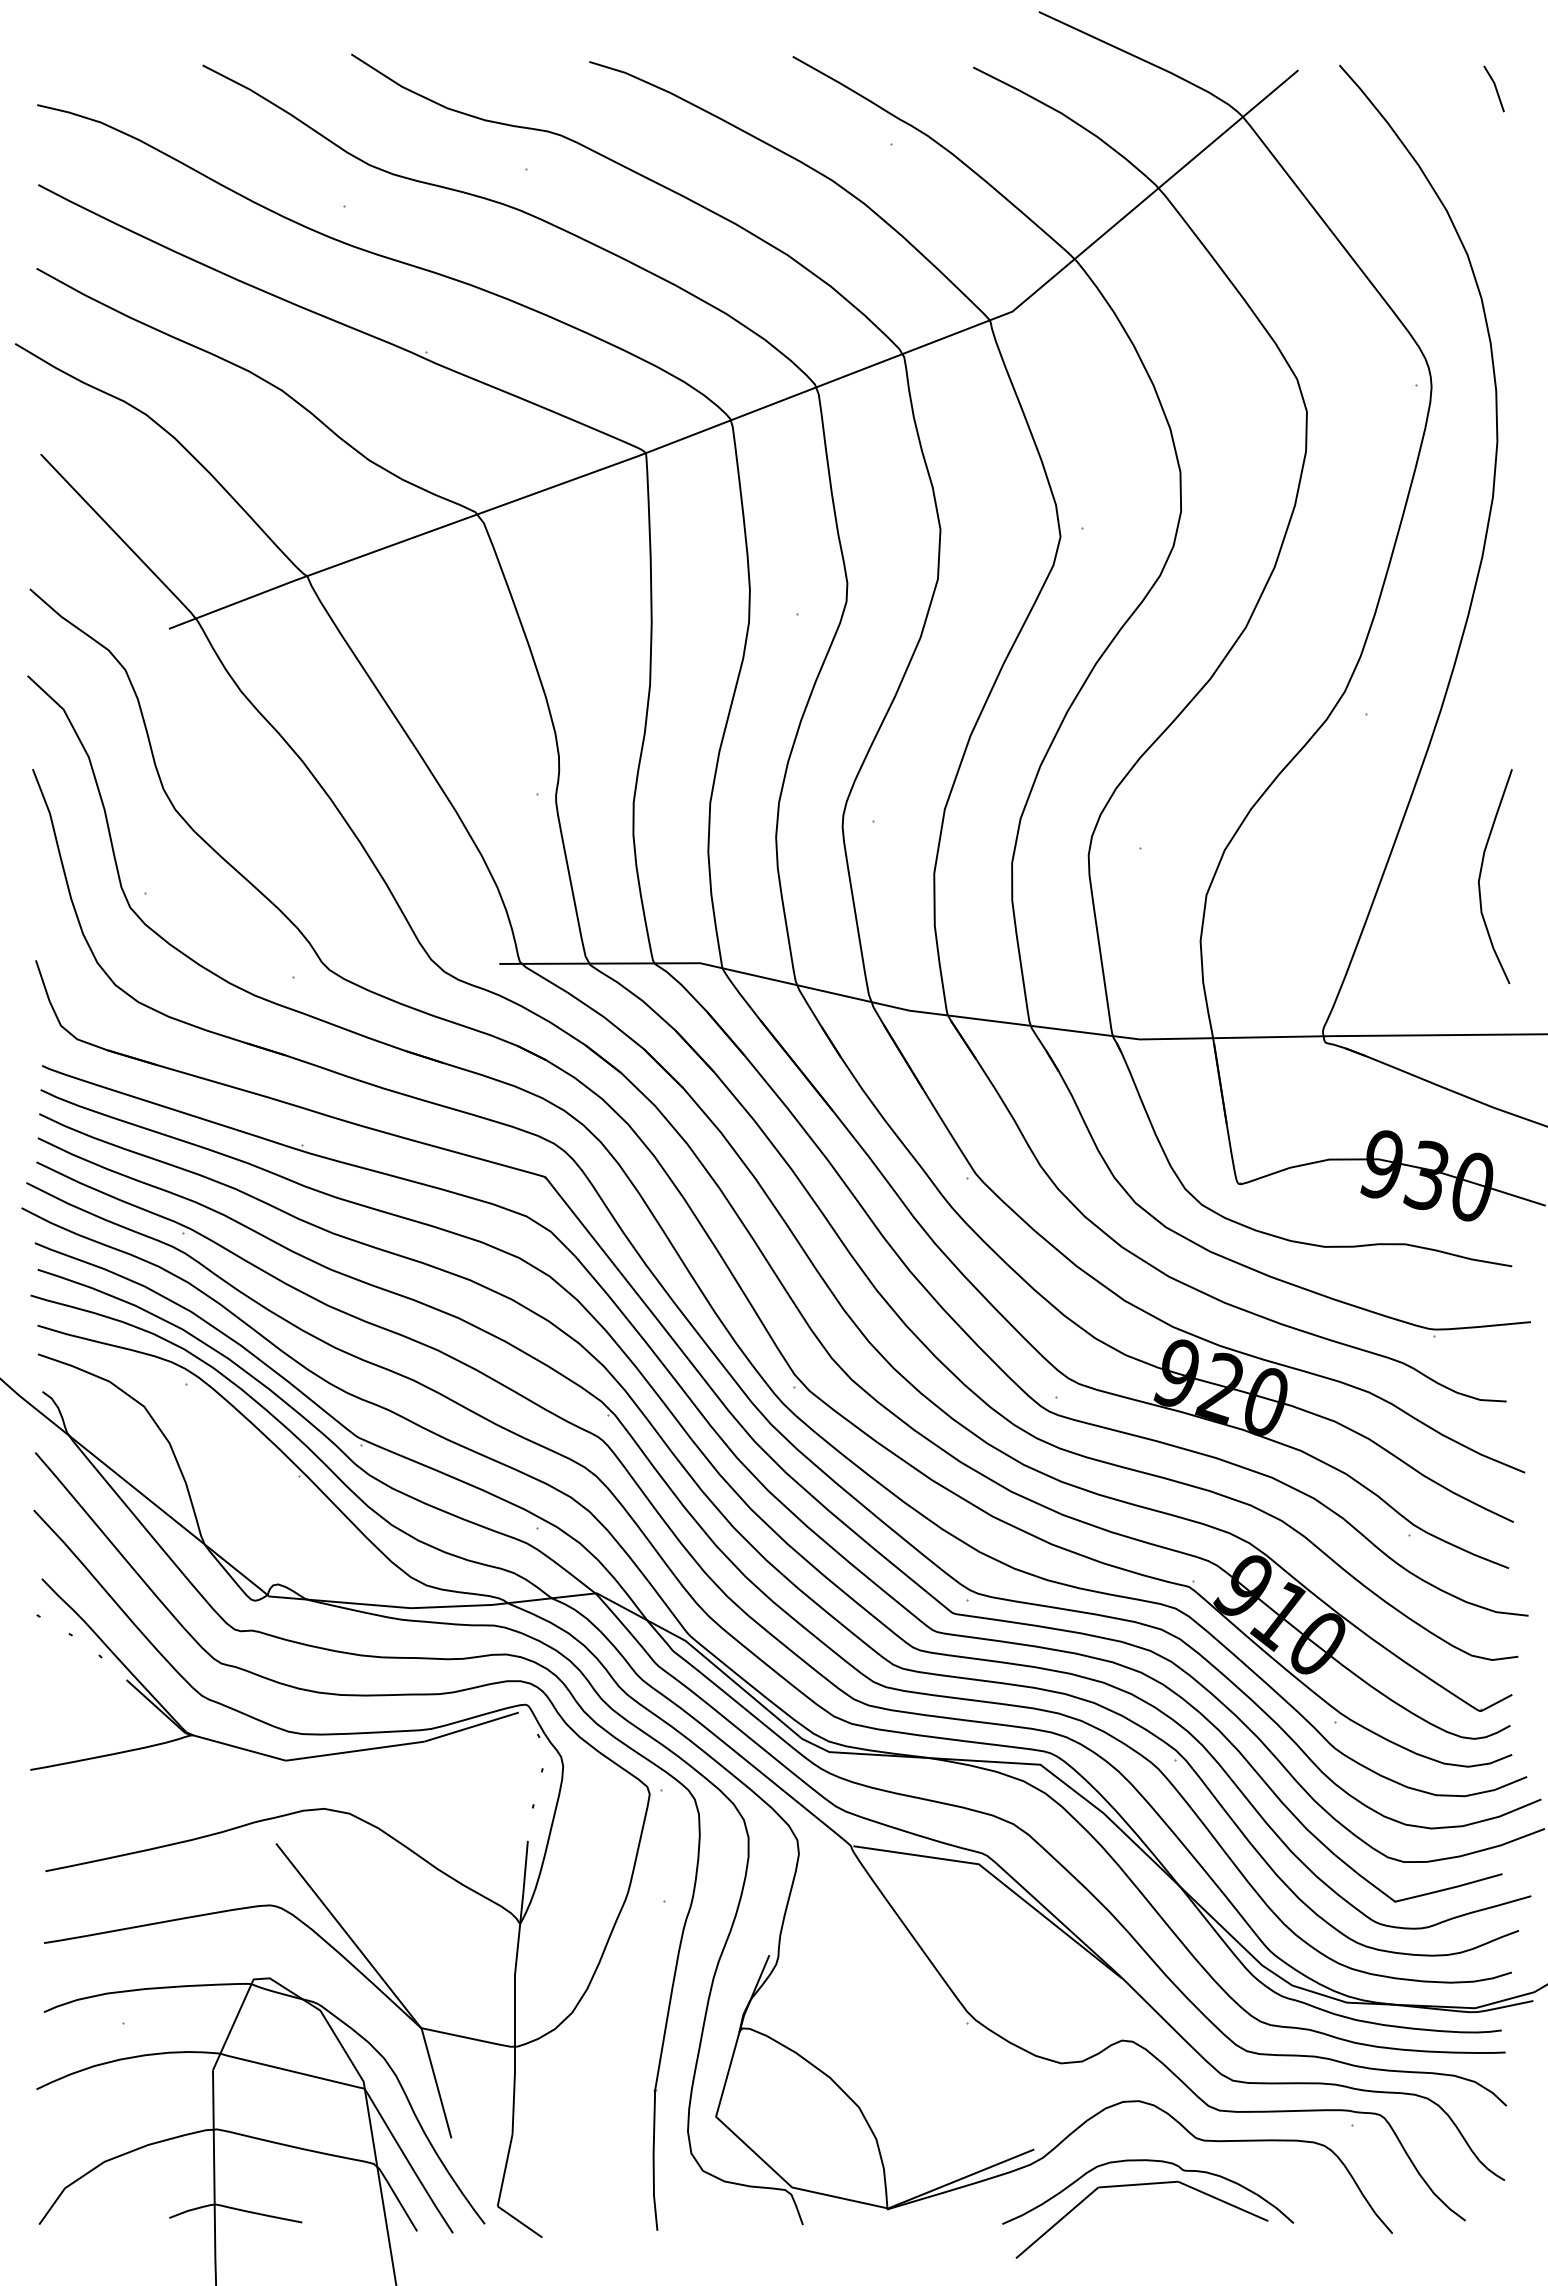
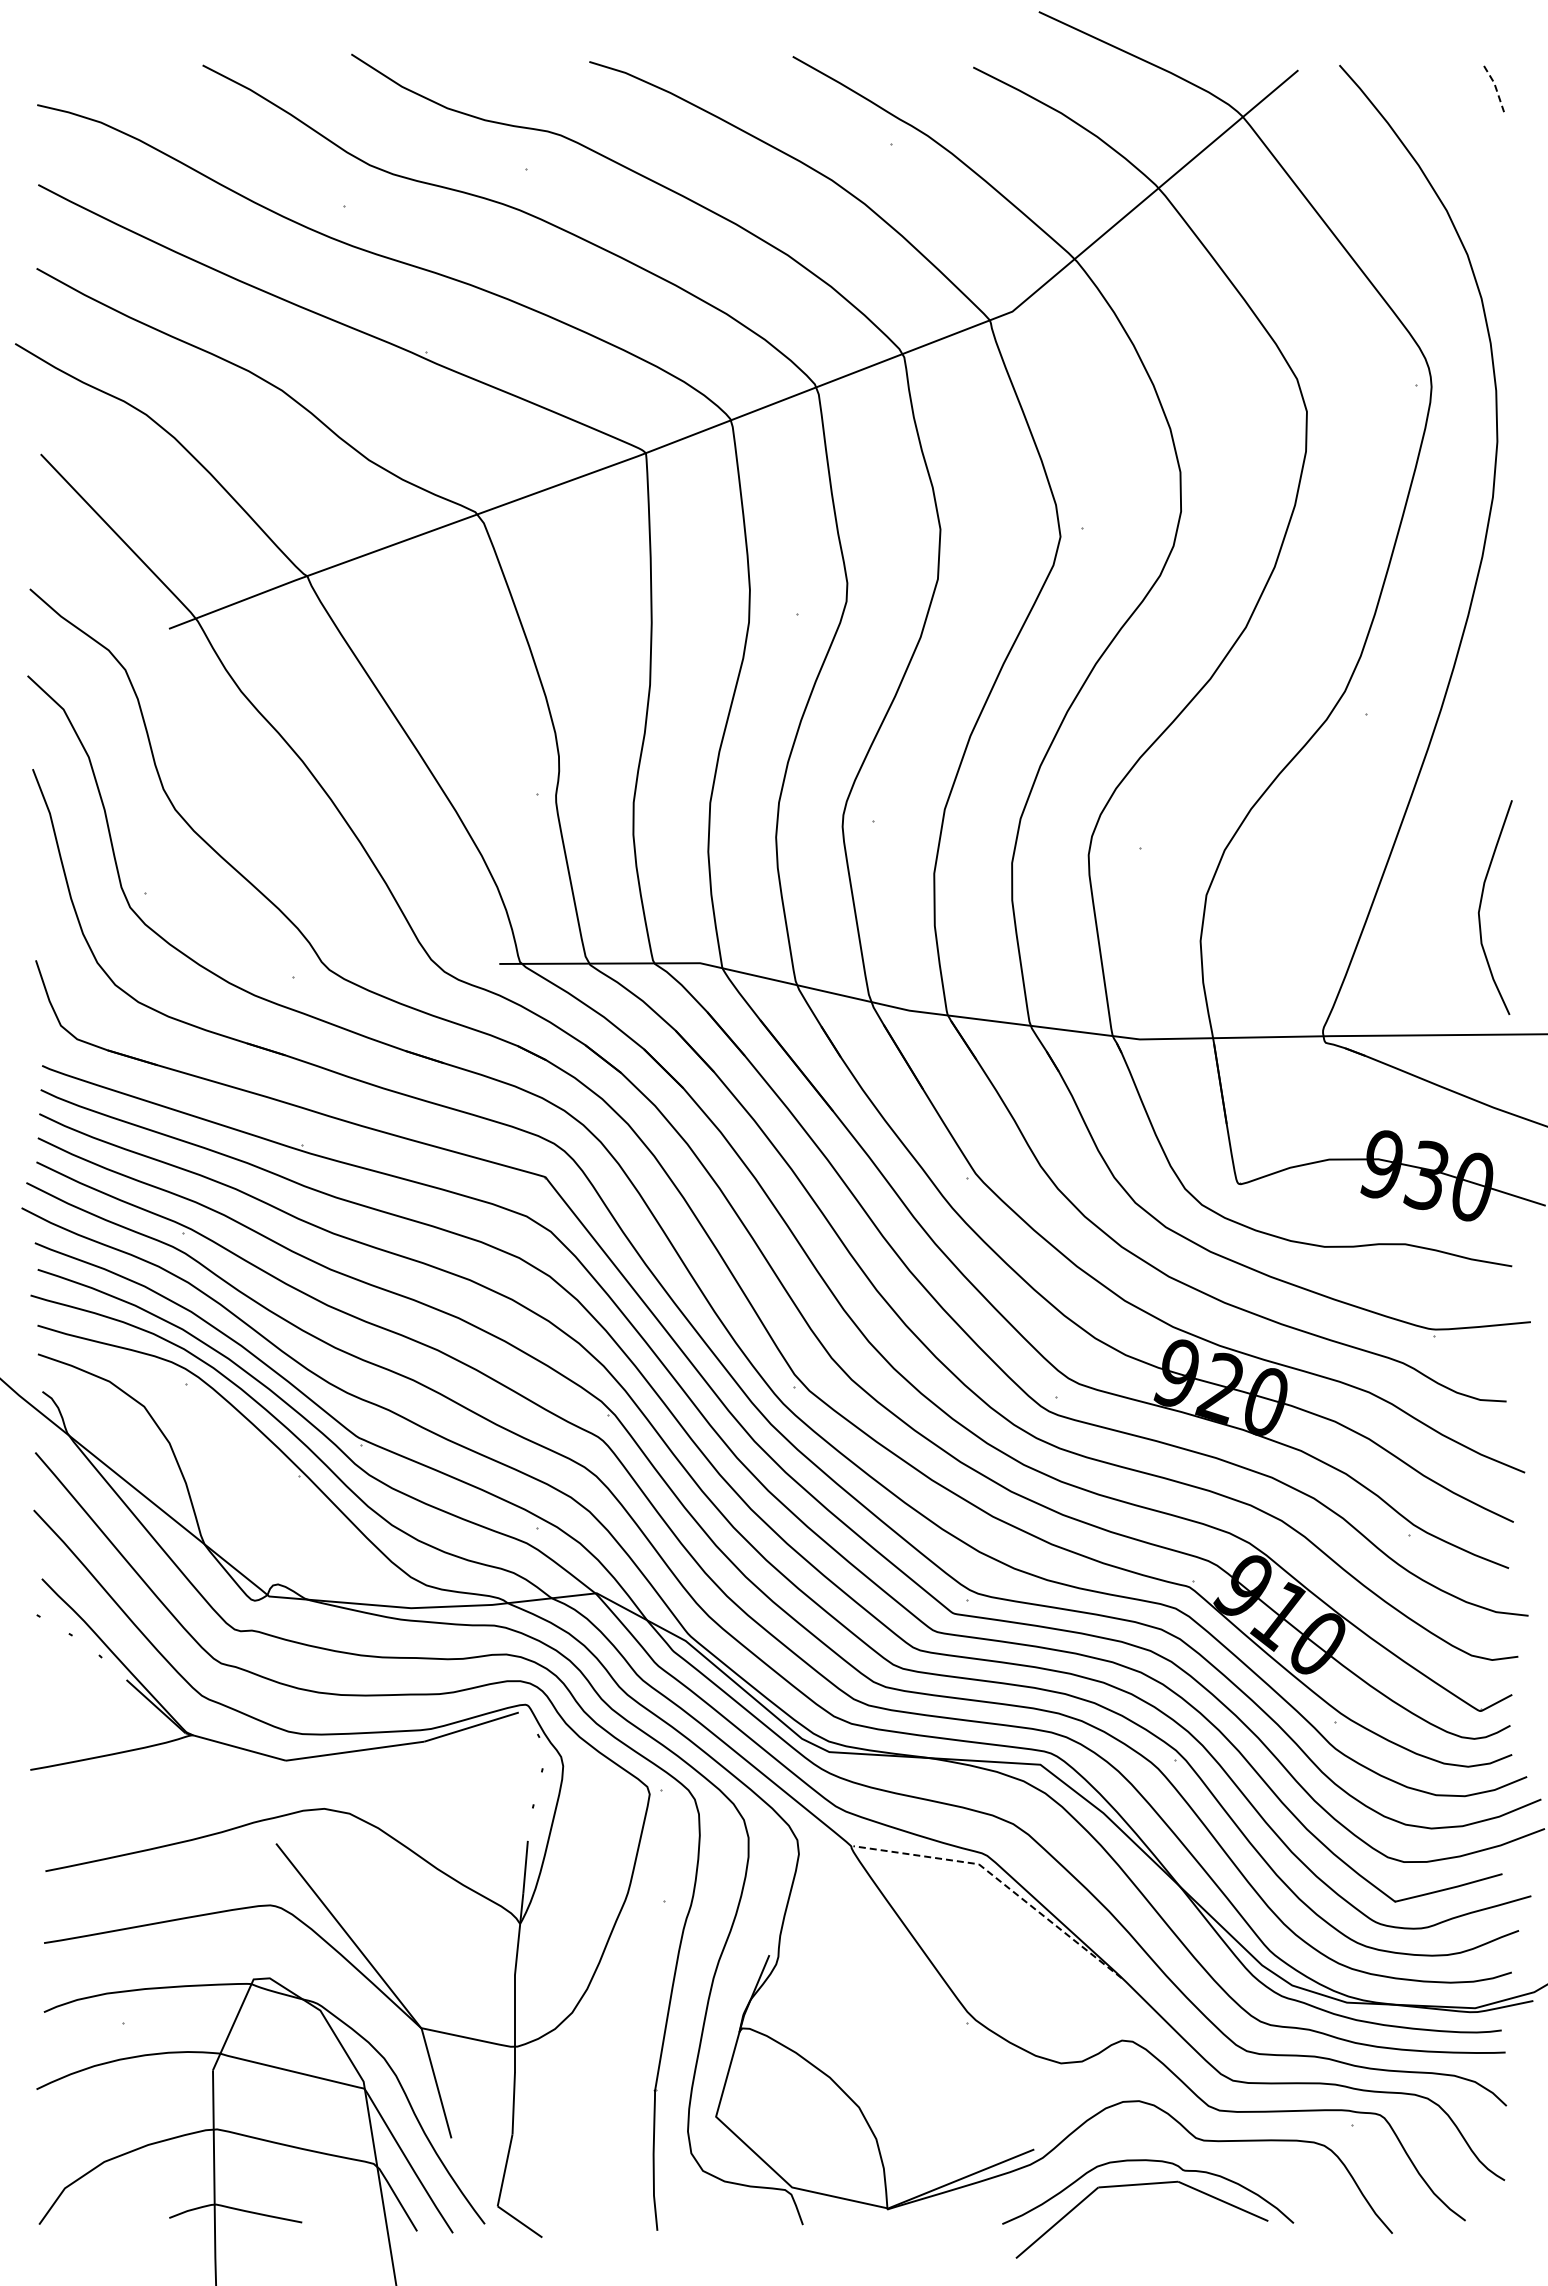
line at (1495, 87): solid -> dashed
curve at (1481, 874) position: (1481, 874) -> (1481, 905)
line at (999, 1881): solid -> dashed
